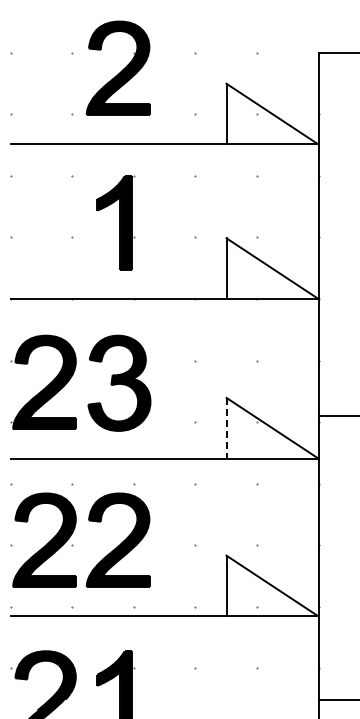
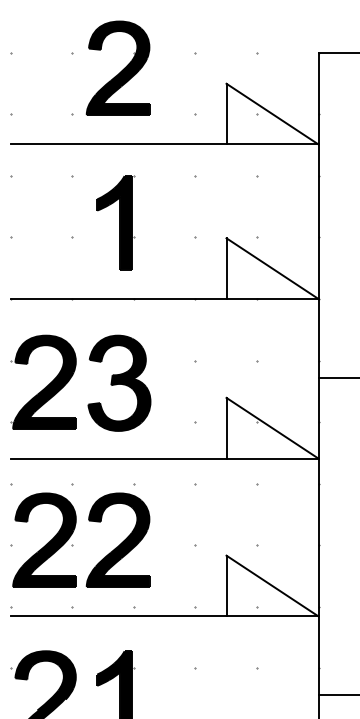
line at (337, 416) position: (337, 416) -> (337, 378)
line at (226, 428): dashed -> solid
line at (337, 700) position: (337, 700) -> (337, 695)
